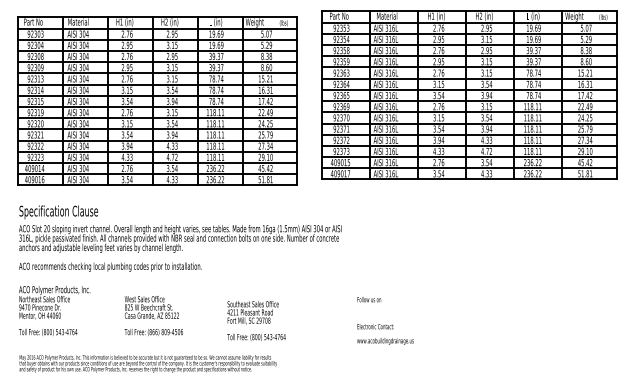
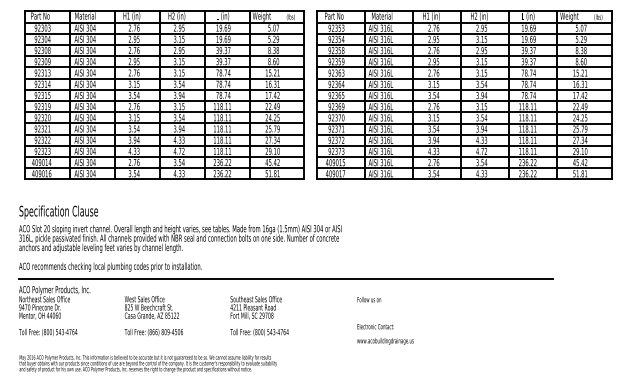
part at (469, 94) position: (469, 94) -> (464, 94)
part at (157, 100) position: (157, 100) -> (164, 94)
line at (285, 278): none -> present
text at (256, 320) position: (256, 320) -> (259, 315)
